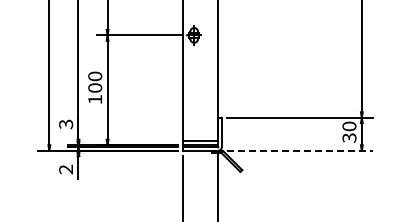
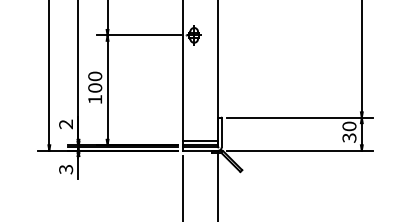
text at (66, 124): 3 -> 2
line at (300, 150): dashed -> solid
text at (66, 169): 2 -> 3
